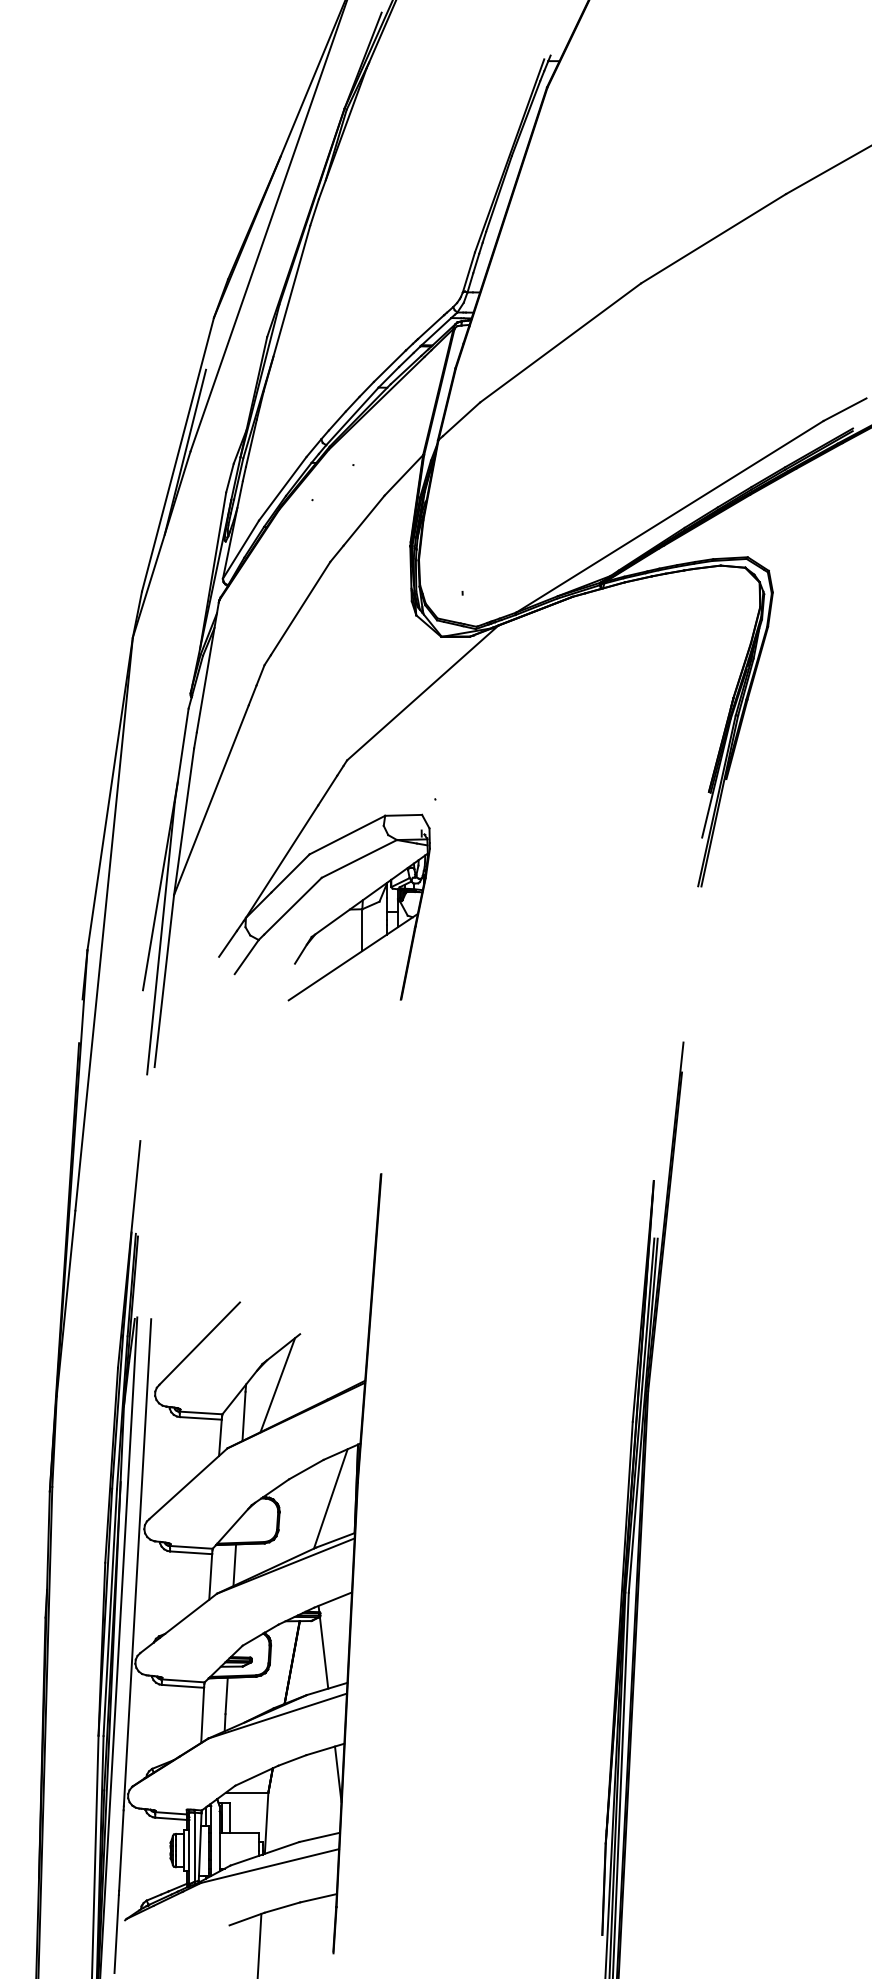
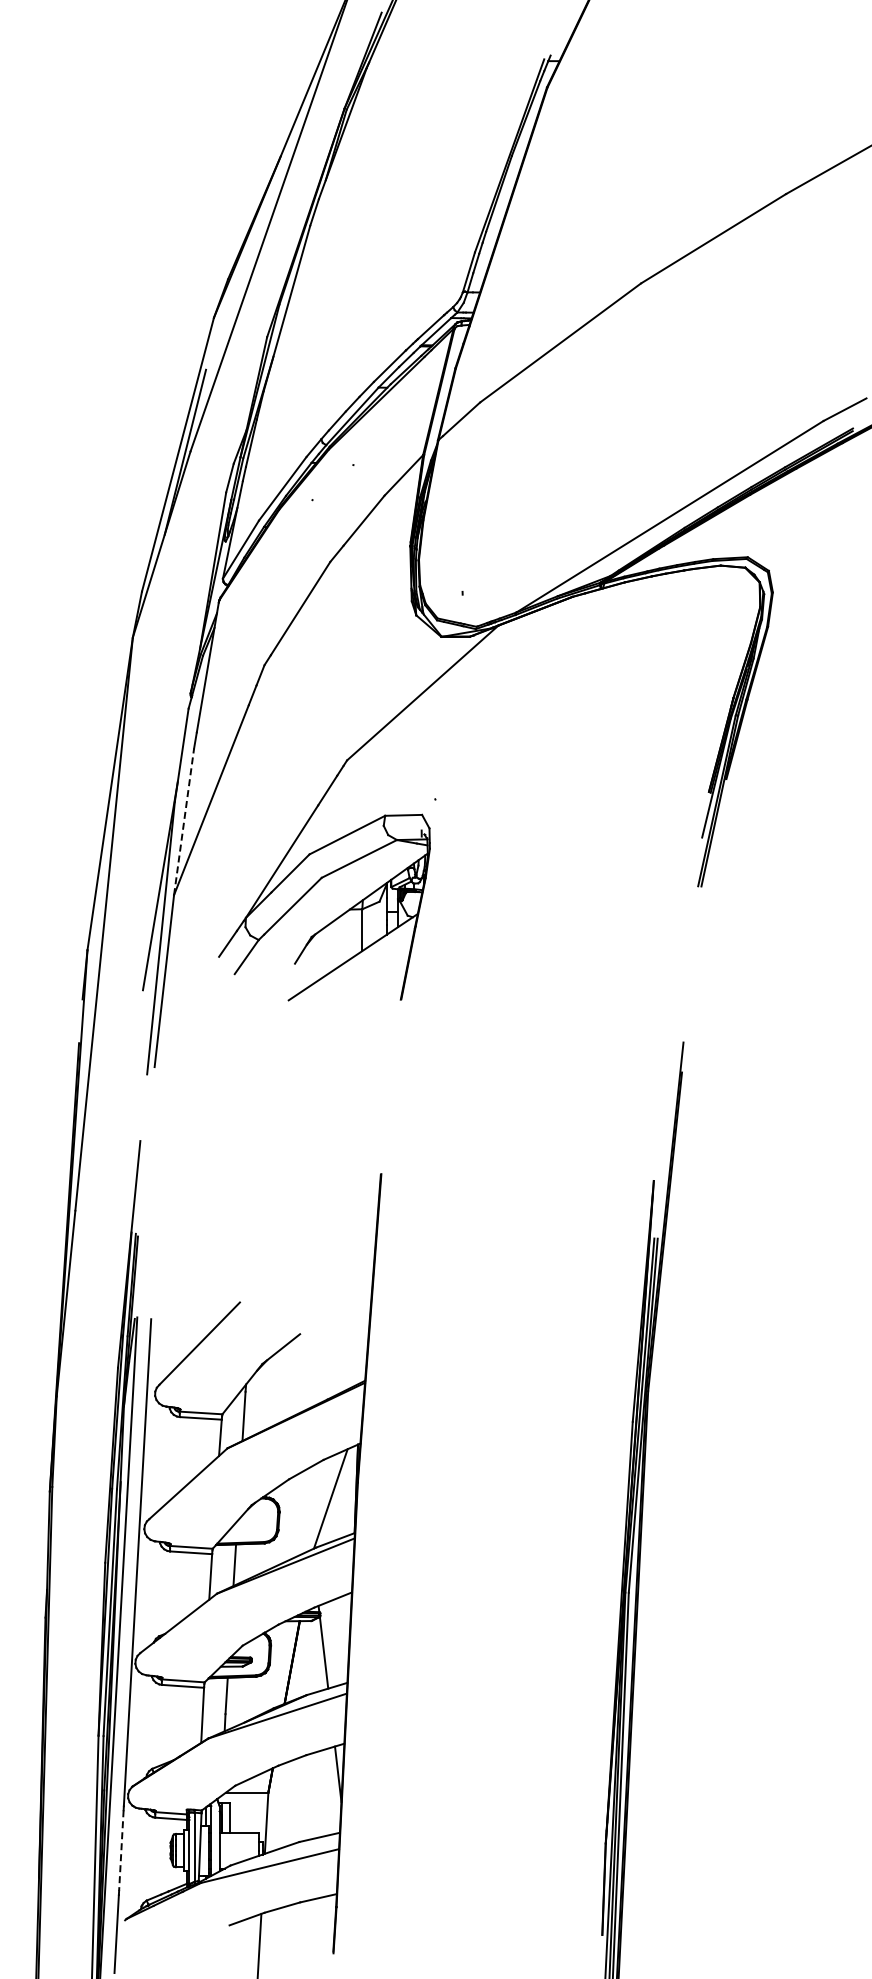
line at (184, 821): solid -> dashed
line at (277, 1385): present -> none
line at (121, 1851): solid -> dashed
